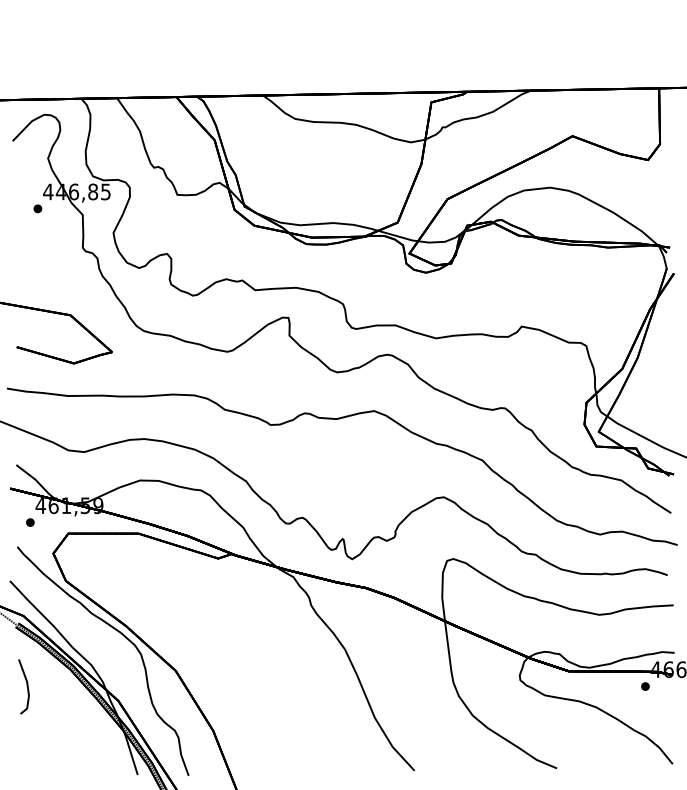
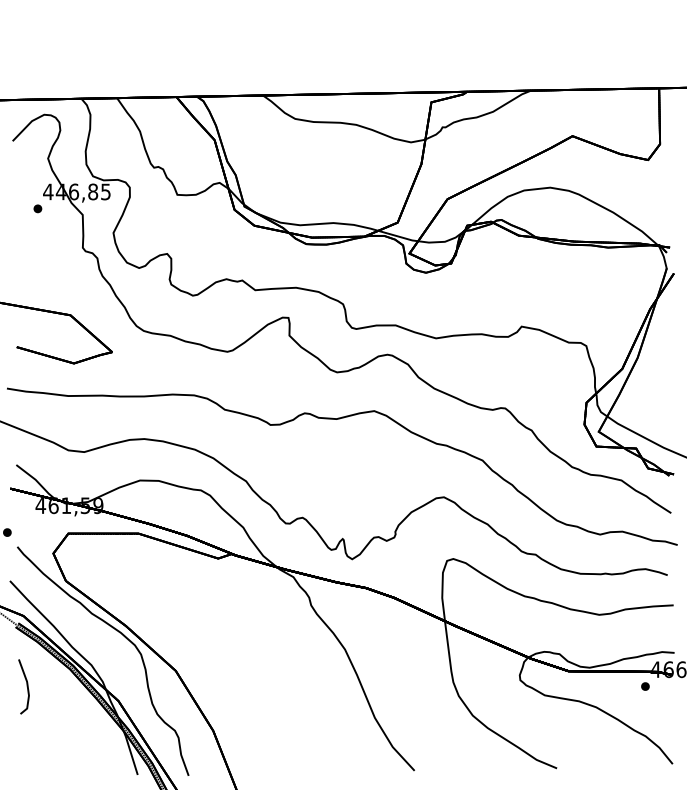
part at (30, 522) position: (30, 522) -> (7, 532)
